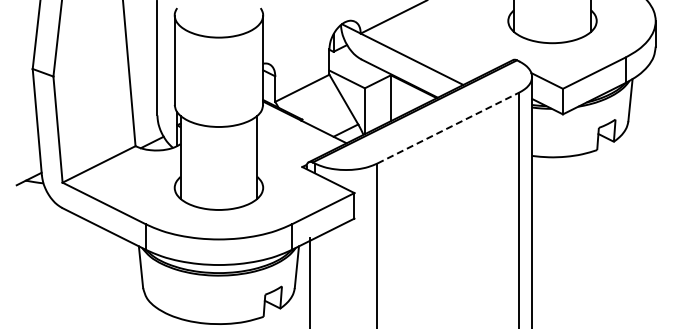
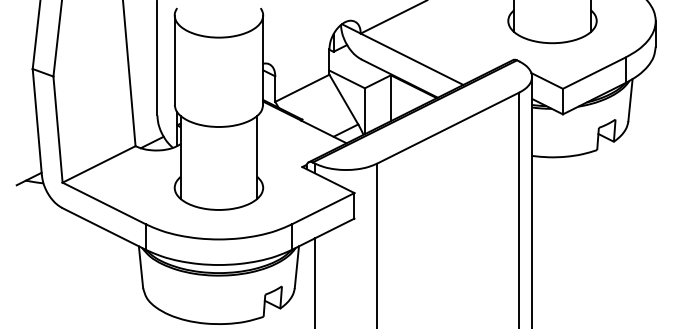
line at (448, 127): dashed -> solid
line at (309, 281) position: (309, 281) -> (314, 281)
